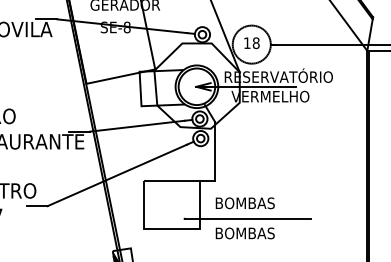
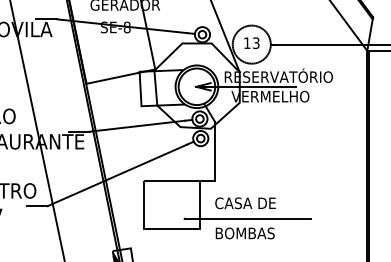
text at (255, 42): 18 -> 13
line at (37, 130): none -> present
text at (245, 203): BOMBAS -> CASA DE
